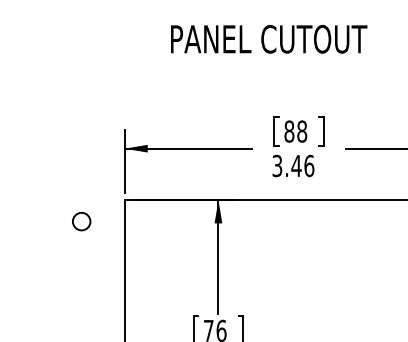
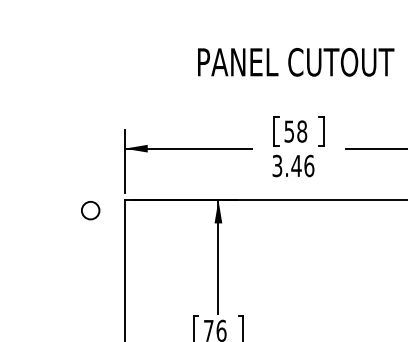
text at (269, 39) position: (269, 39) -> (296, 62)
text at (289, 131): 88 -> 58
circle at (81, 221) position: (81, 221) -> (90, 210)
